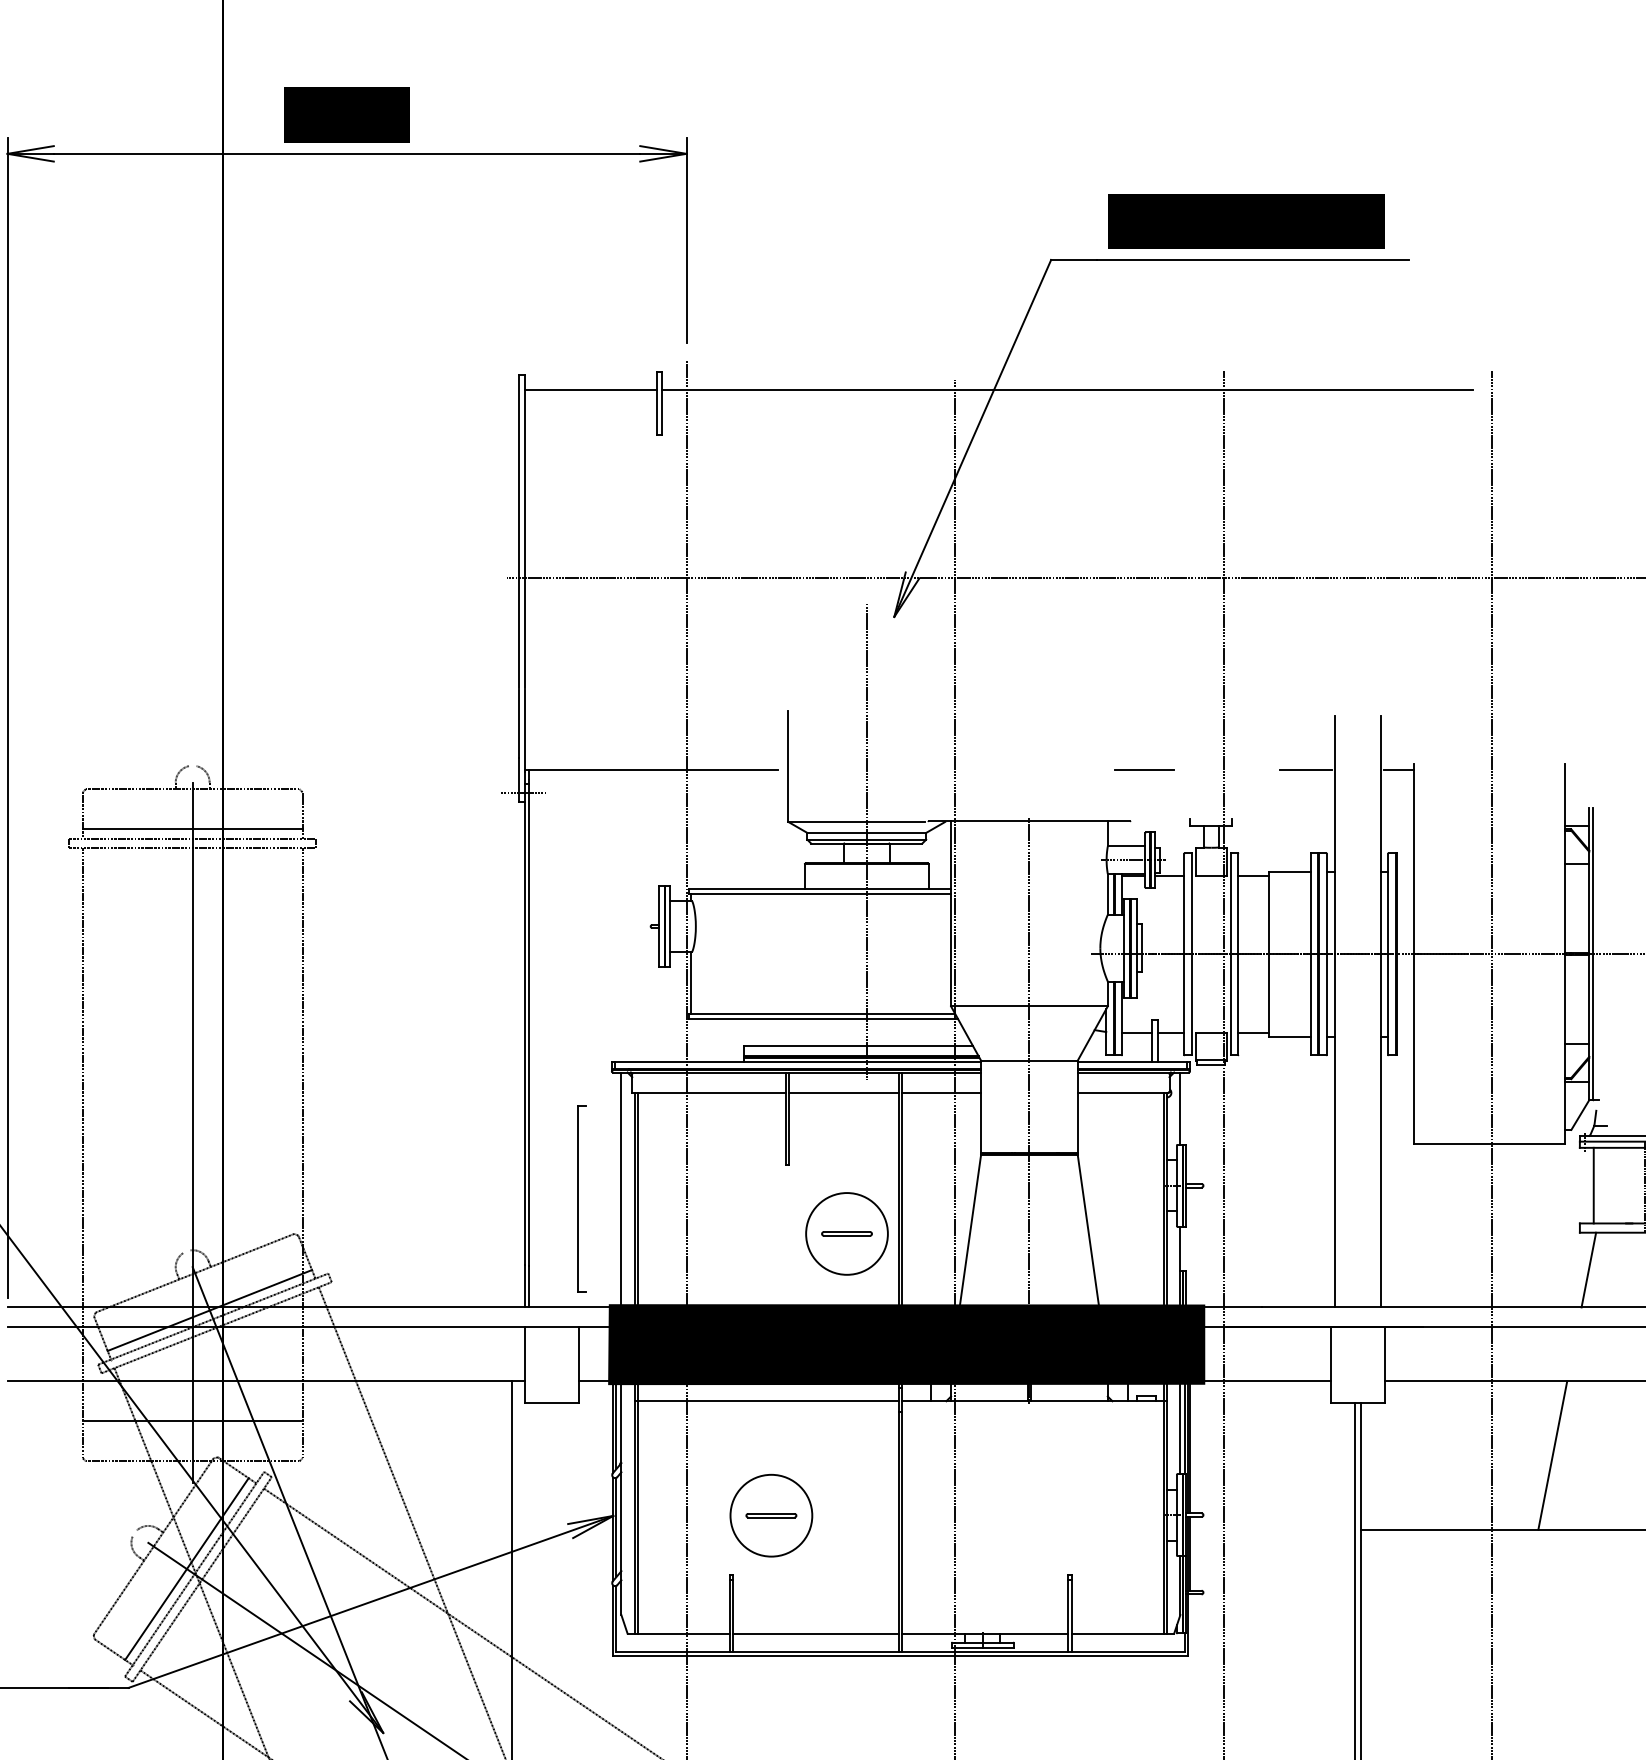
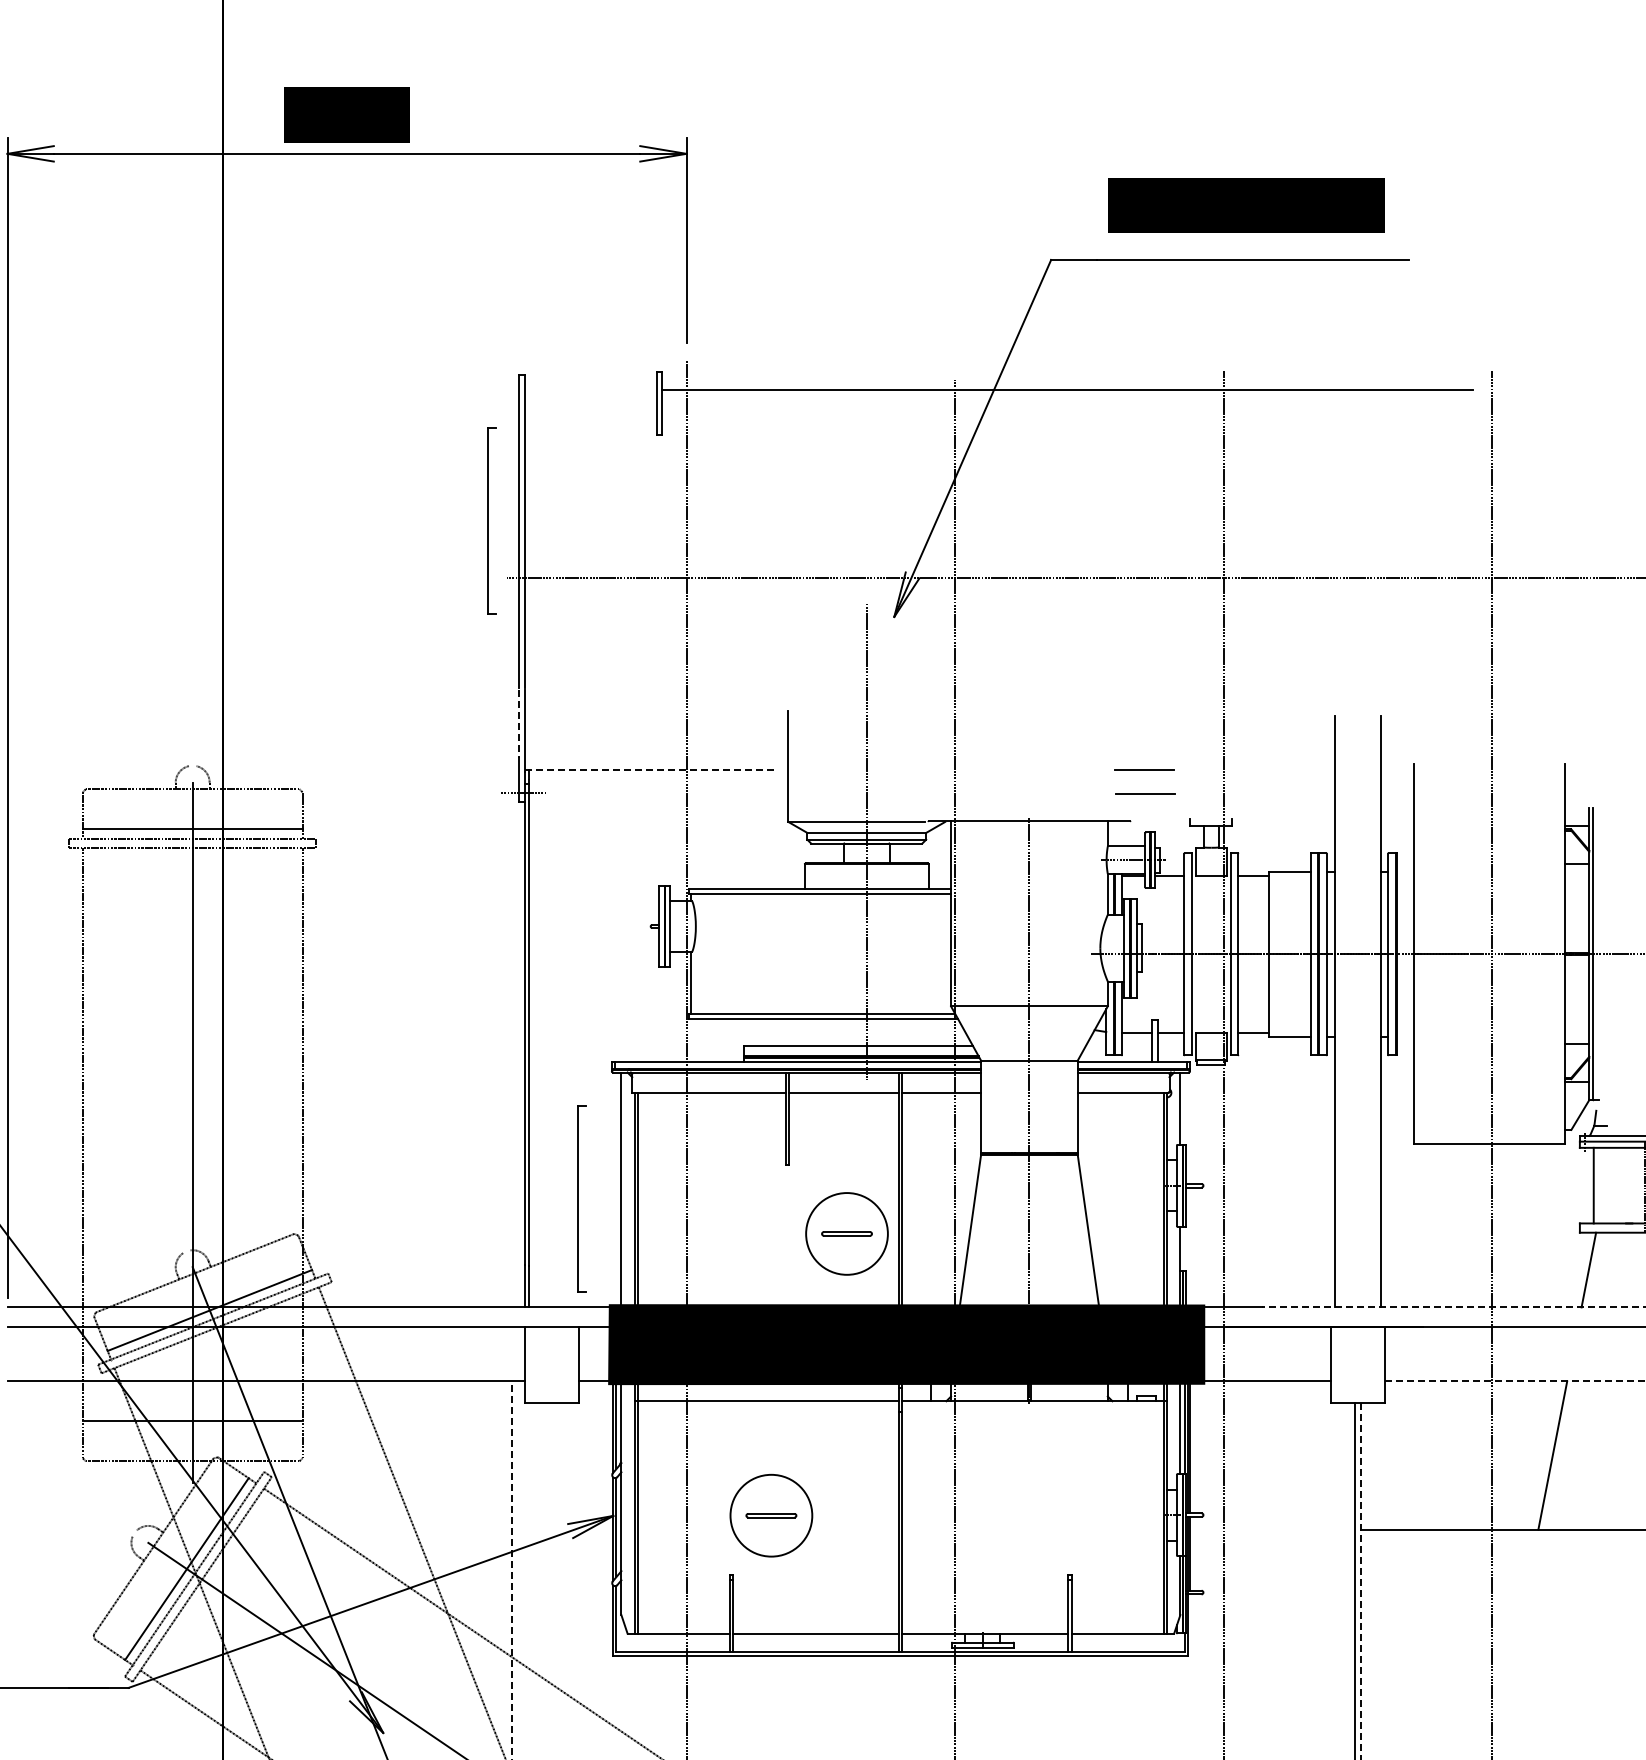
text at (1246, 221) position: (1246, 221) -> (1246, 205)
line at (590, 390): present -> none
part at (491, 520): none -> present
line at (518, 724): solid -> dashed
line at (651, 770): solid -> dashed
line at (1305, 770): present -> none
line at (1399, 770): present -> none
line at (1145, 793): none -> present
line at (1453, 1307): solid -> dashed
line at (1515, 1381): solid -> dashed
line at (512, 1570): solid -> dashed
line at (1360, 1581): solid -> dashed
